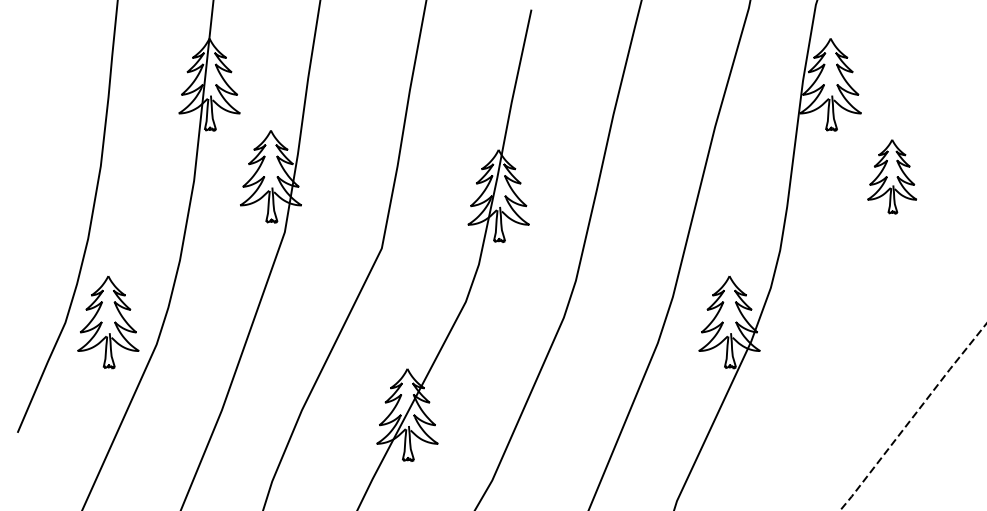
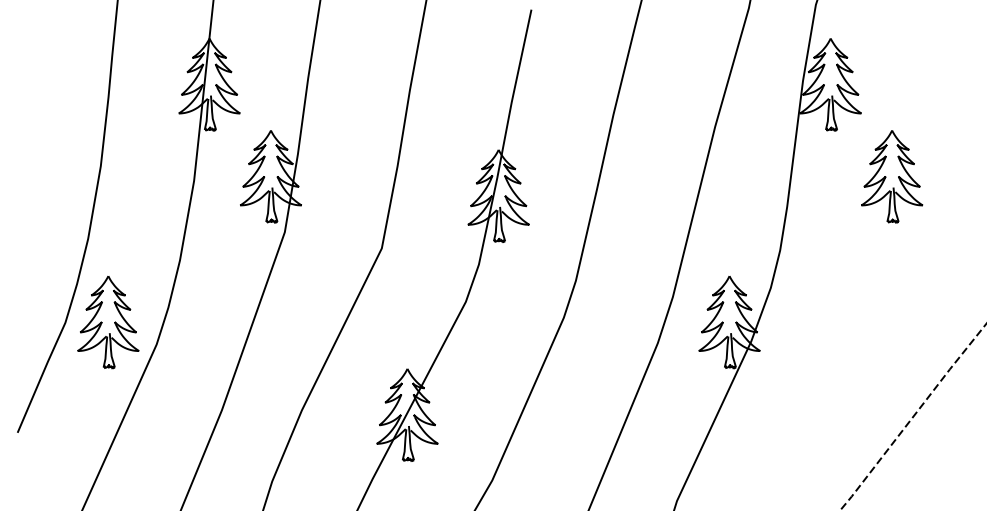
part at (892, 176) size: 51x76 px -> 63x94 px
